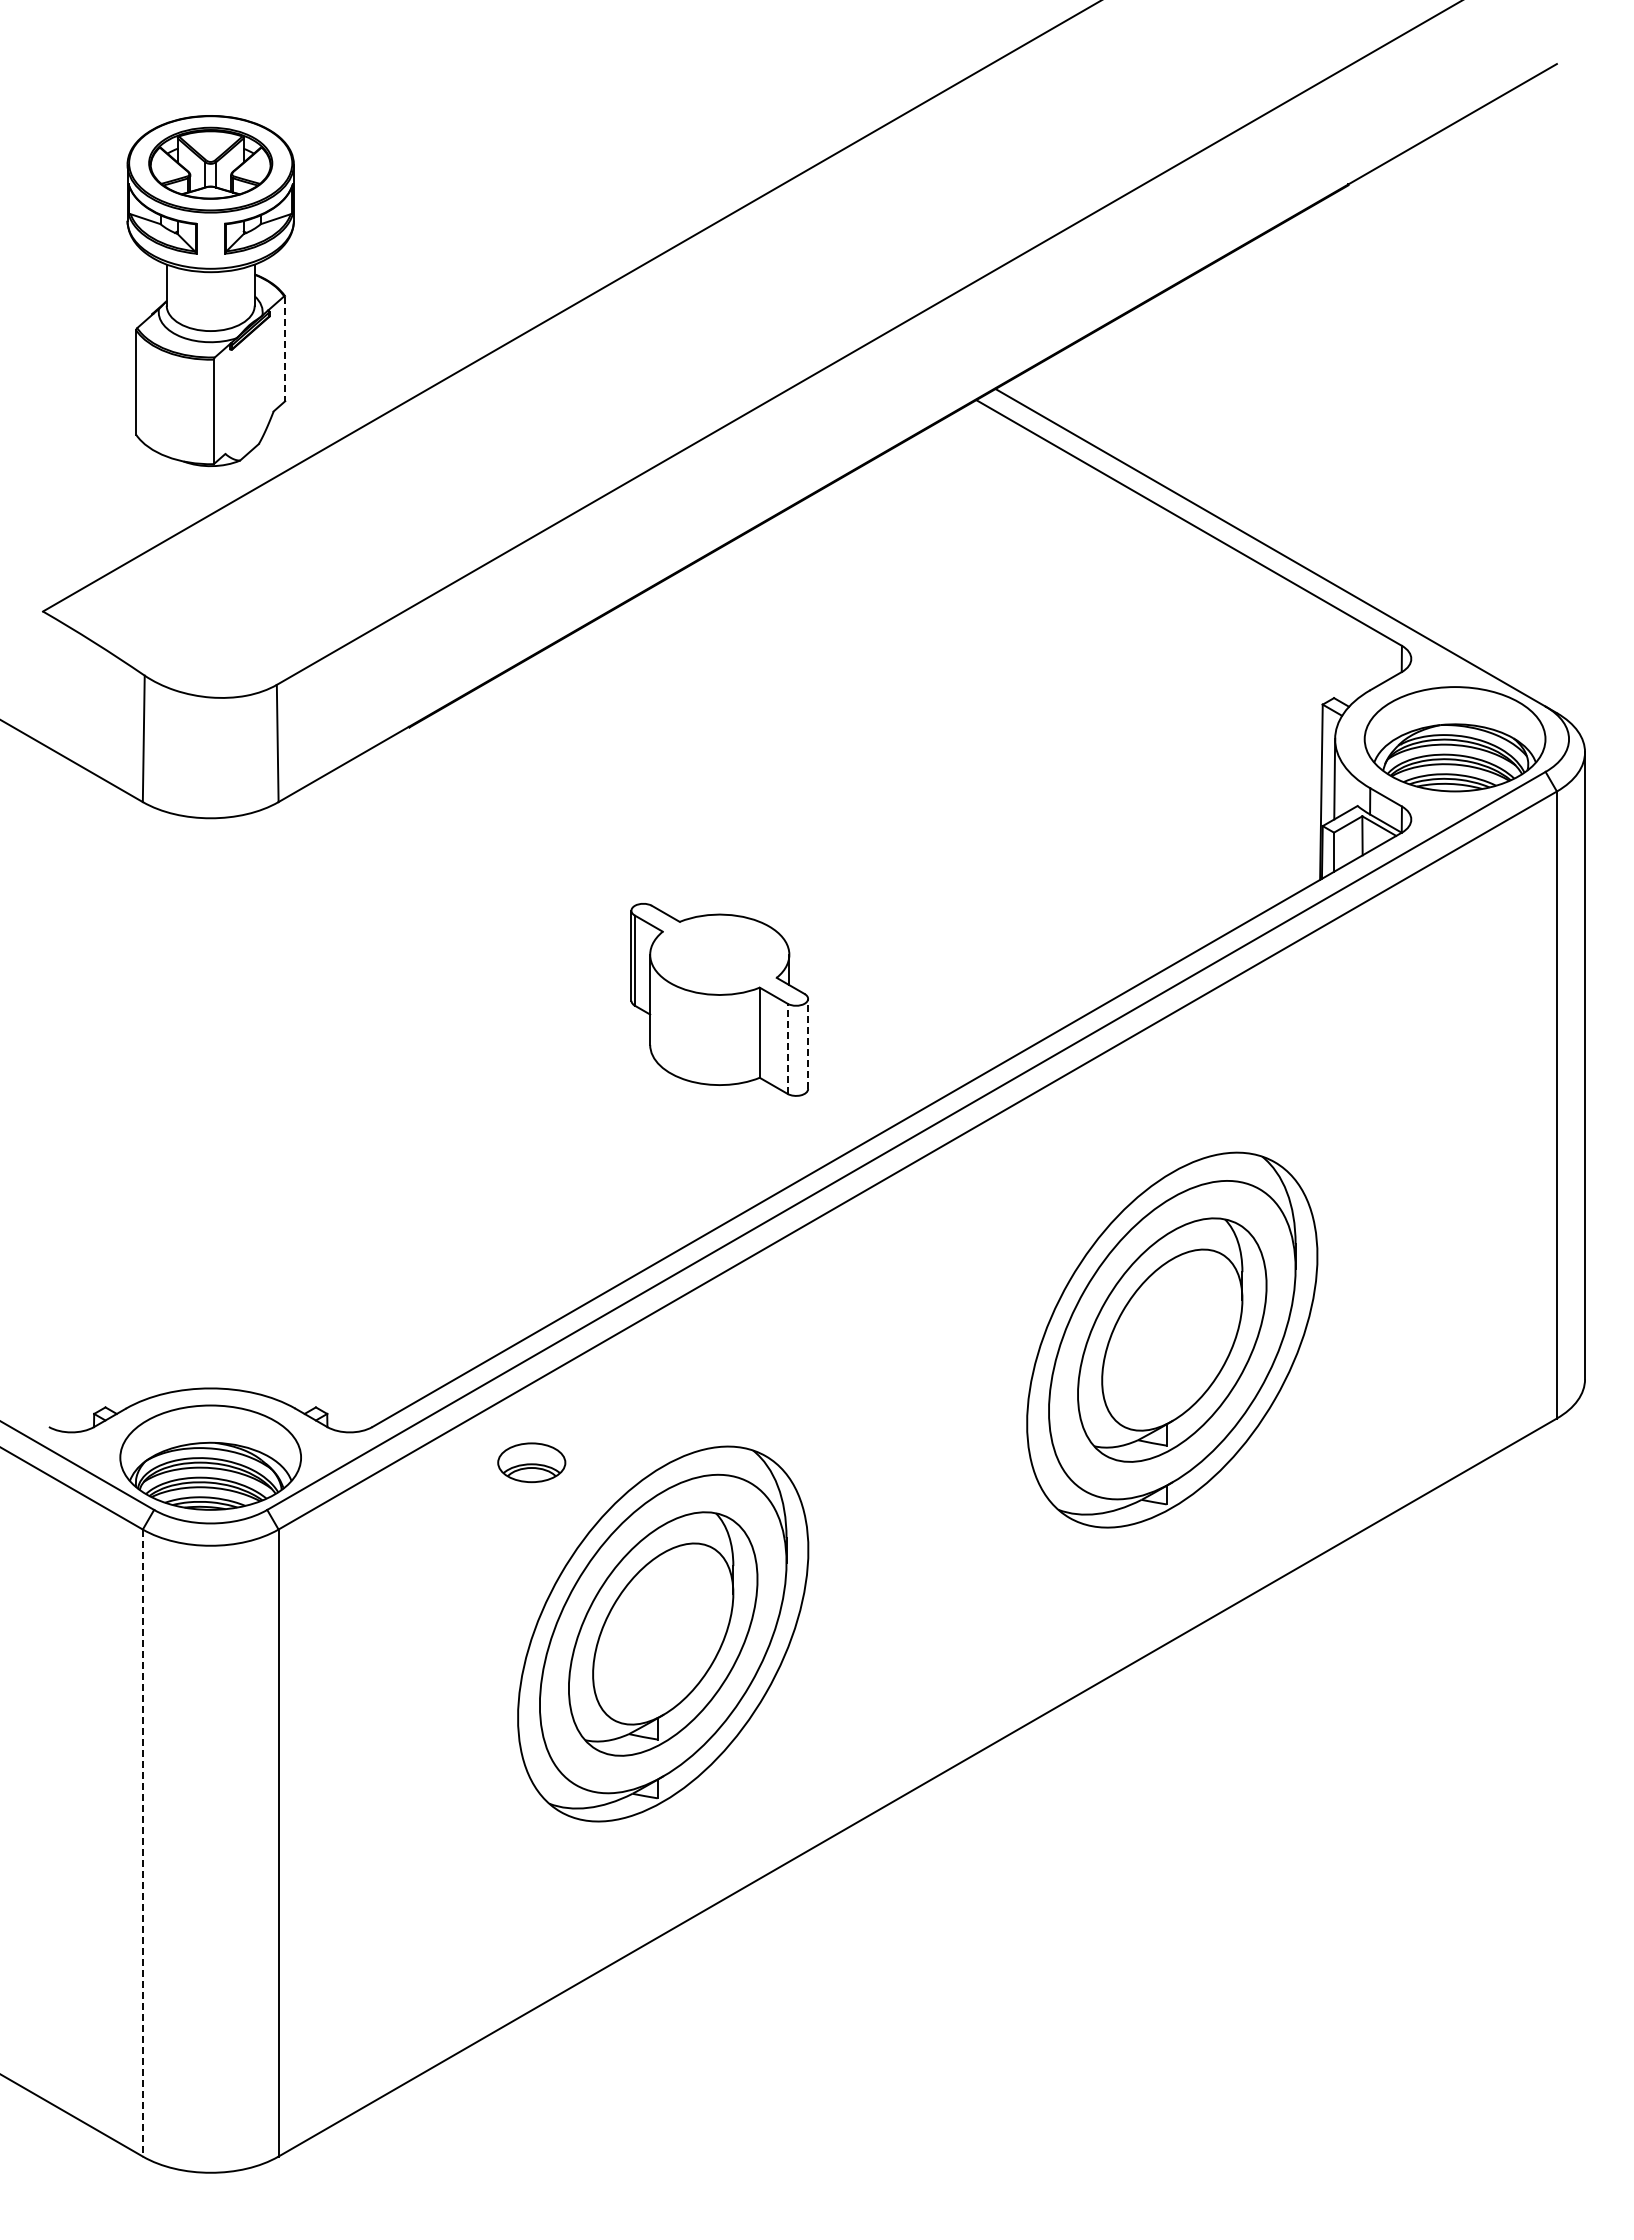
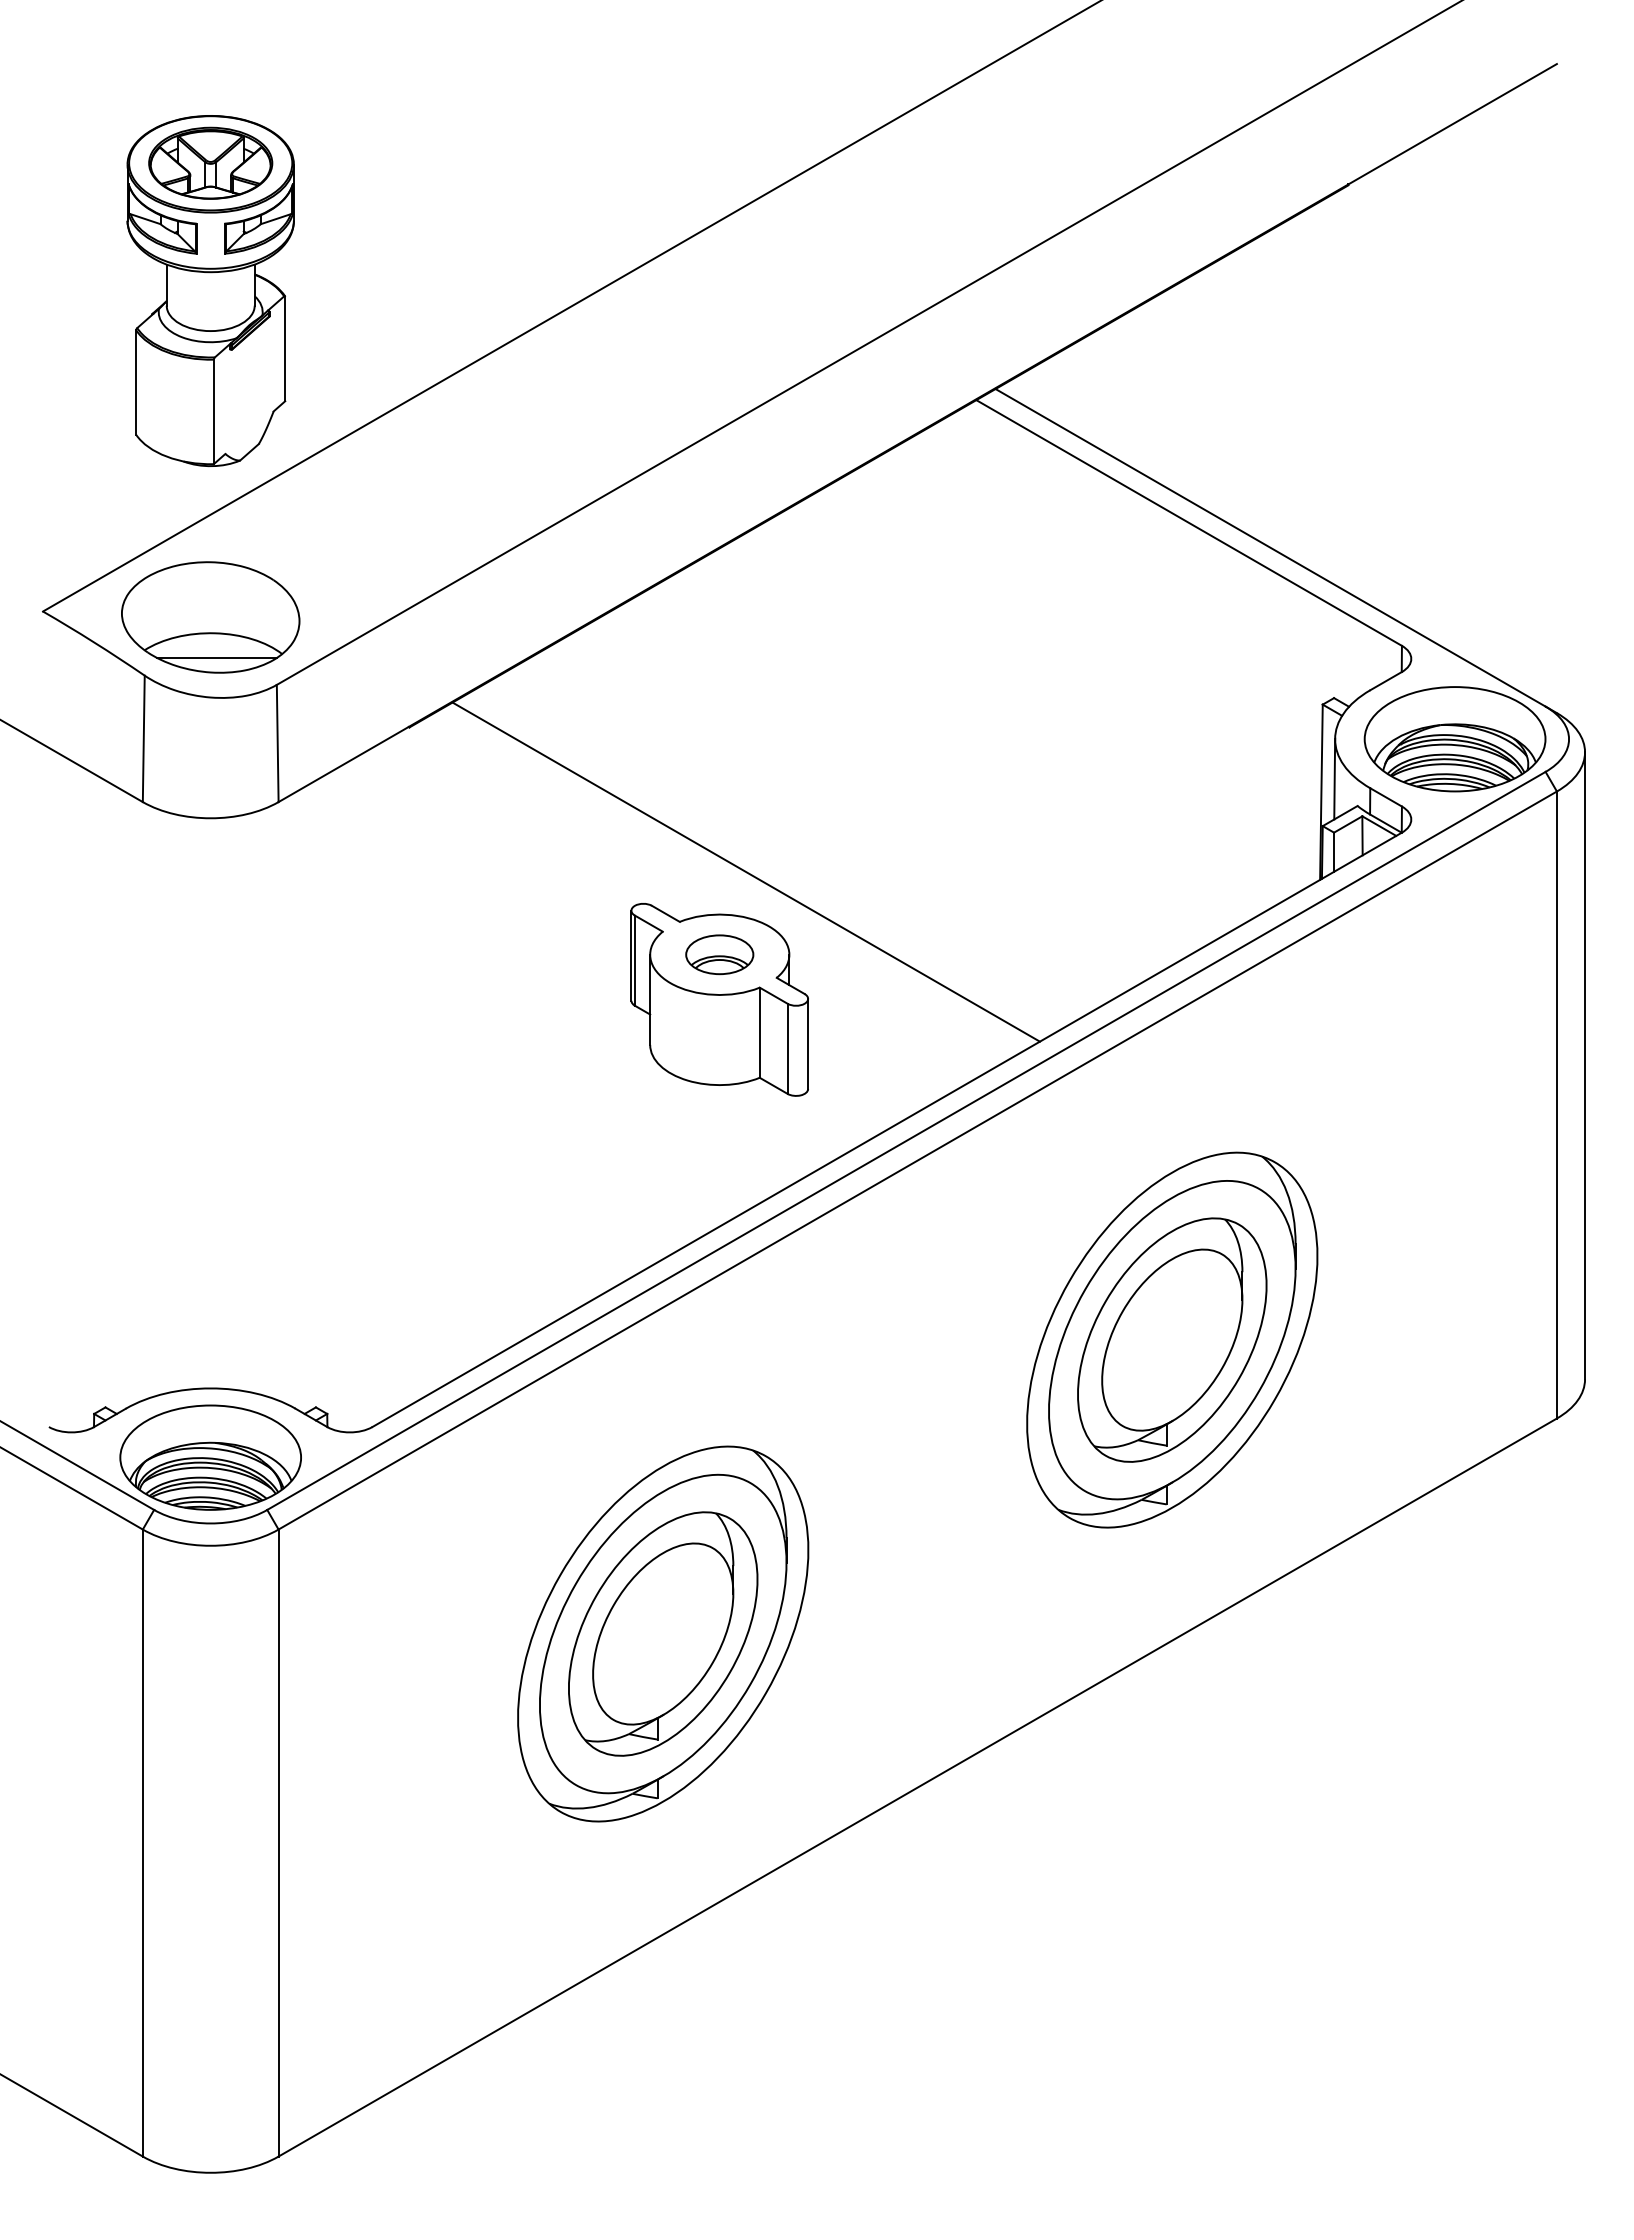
line at (285, 349): dashed -> solid
part at (210, 617): none -> present
line at (745, 871): none -> present
line at (808, 1043): dashed -> solid
line at (787, 1048): dashed -> solid
part at (531, 1462) position: (531, 1462) -> (719, 954)
line at (142, 1843): dashed -> solid
